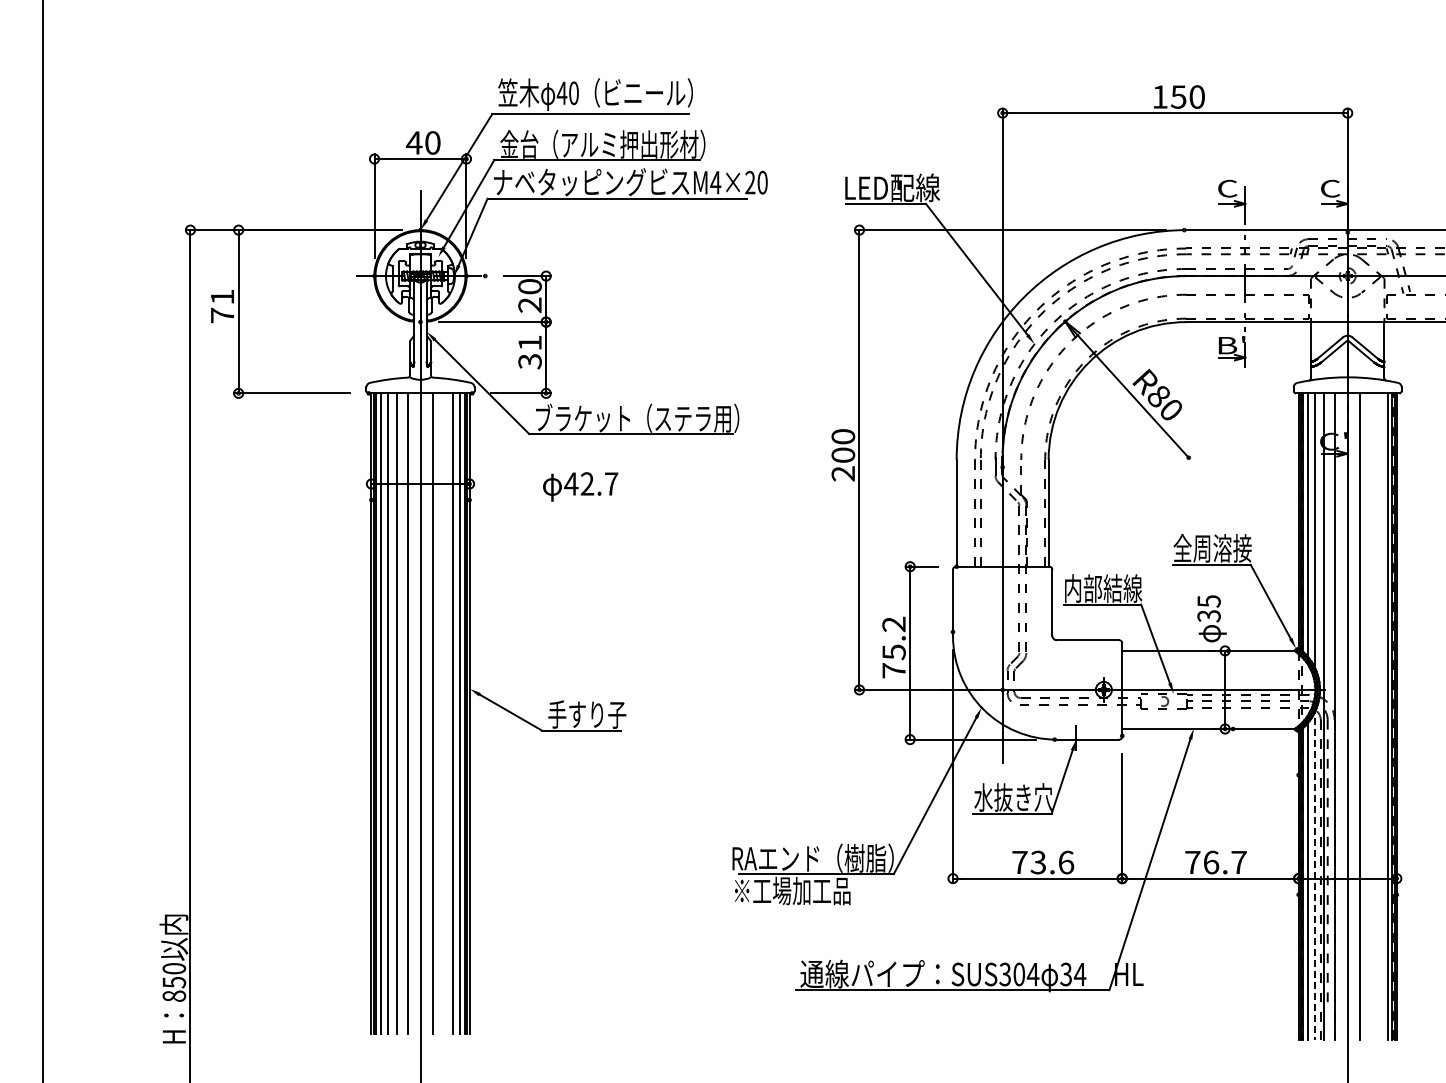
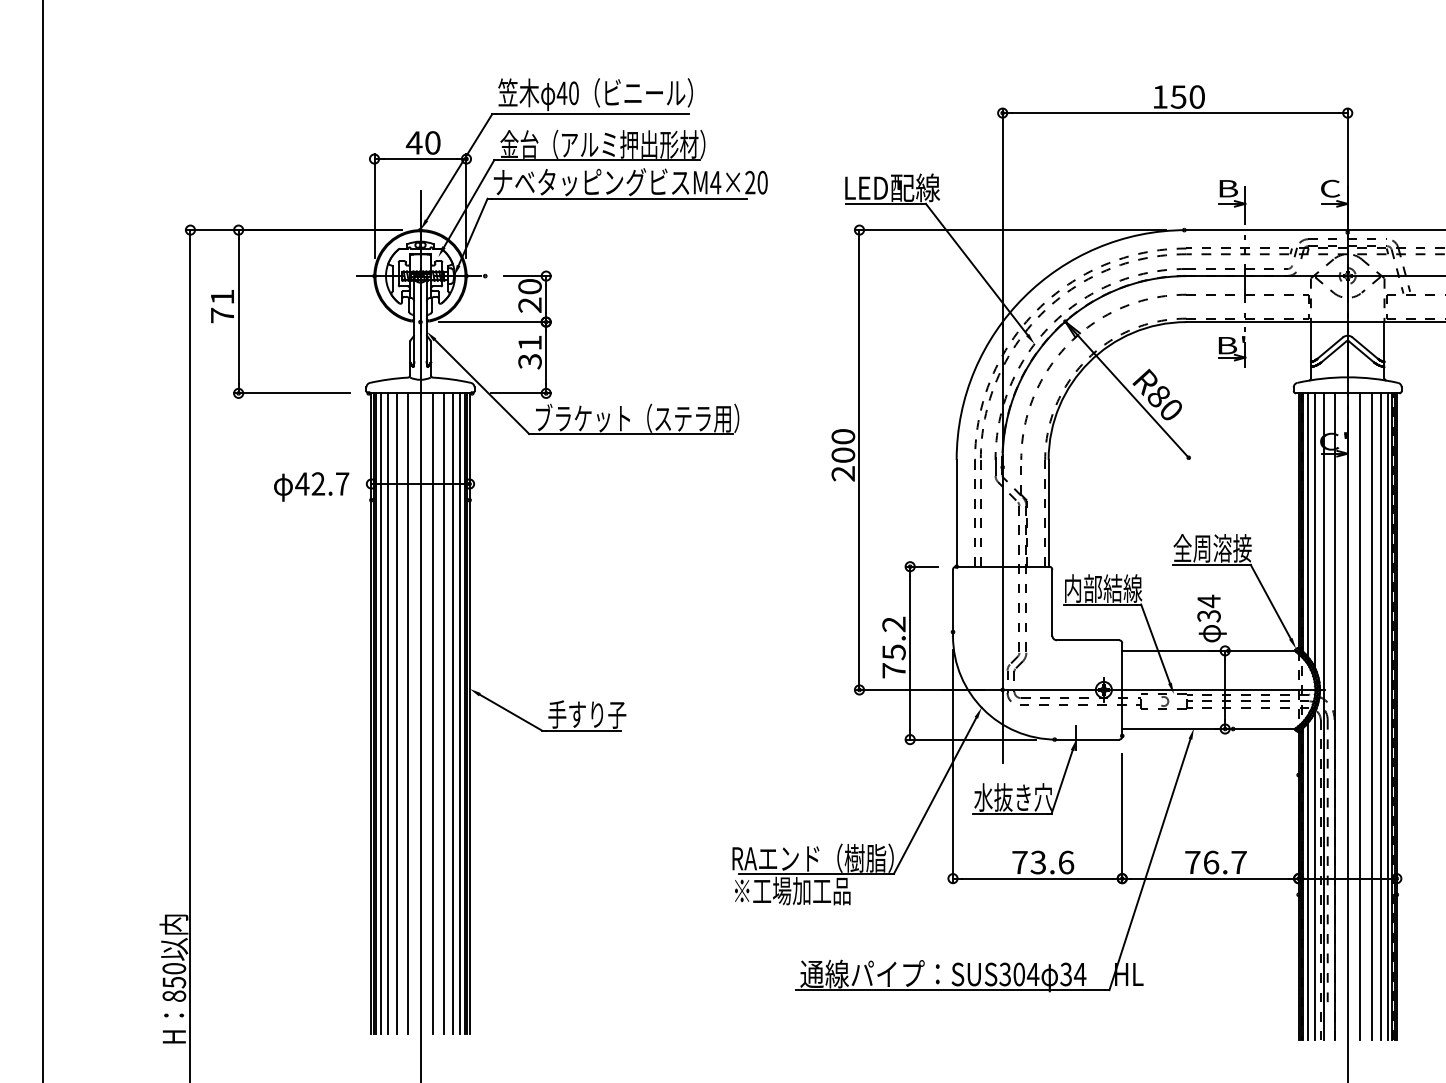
text at (1227, 188): C -> B
text at (580, 486) position: (580, 486) -> (311, 486)
text at (1208, 601): 35 -> 34
line at (444, 713): none -> present
line at (1371, 716): none -> present
line at (1380, 716): none -> present
line at (1314, 874): dashed -> solid
